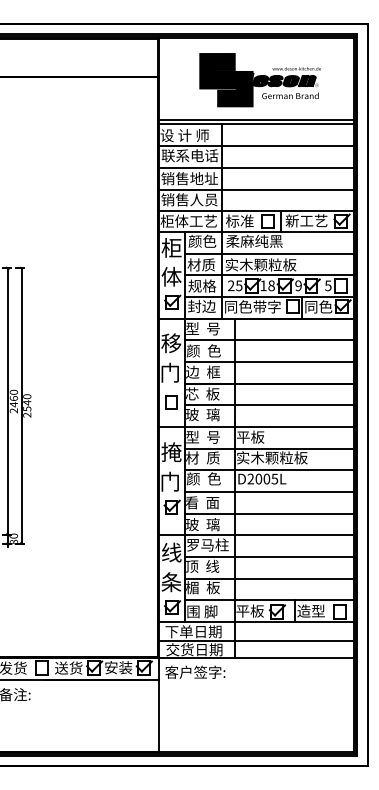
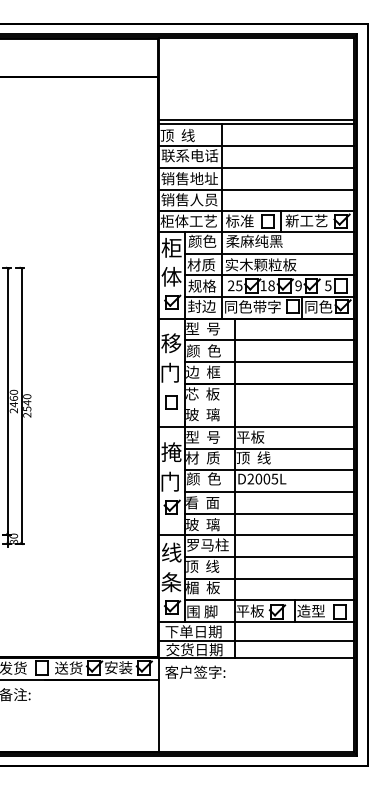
part at (259, 80): present -> none
text at (184, 135): 设 计 师 -> 顶  线
line at (268, 405): present -> none
text at (271, 457): 实木颗粒板 -> 顶  线
